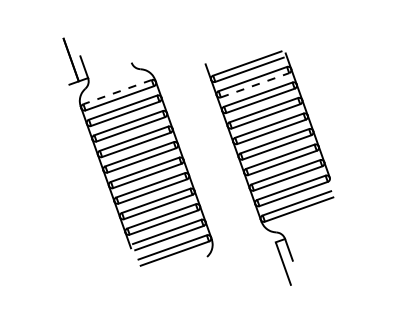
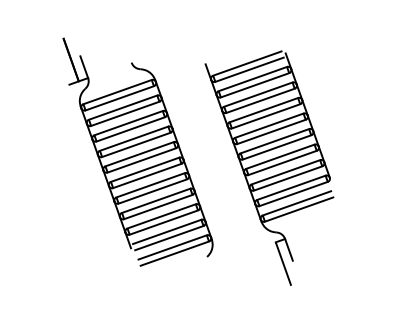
line at (255, 85): dashed -> solid
line at (117, 92): dashed -> solid
